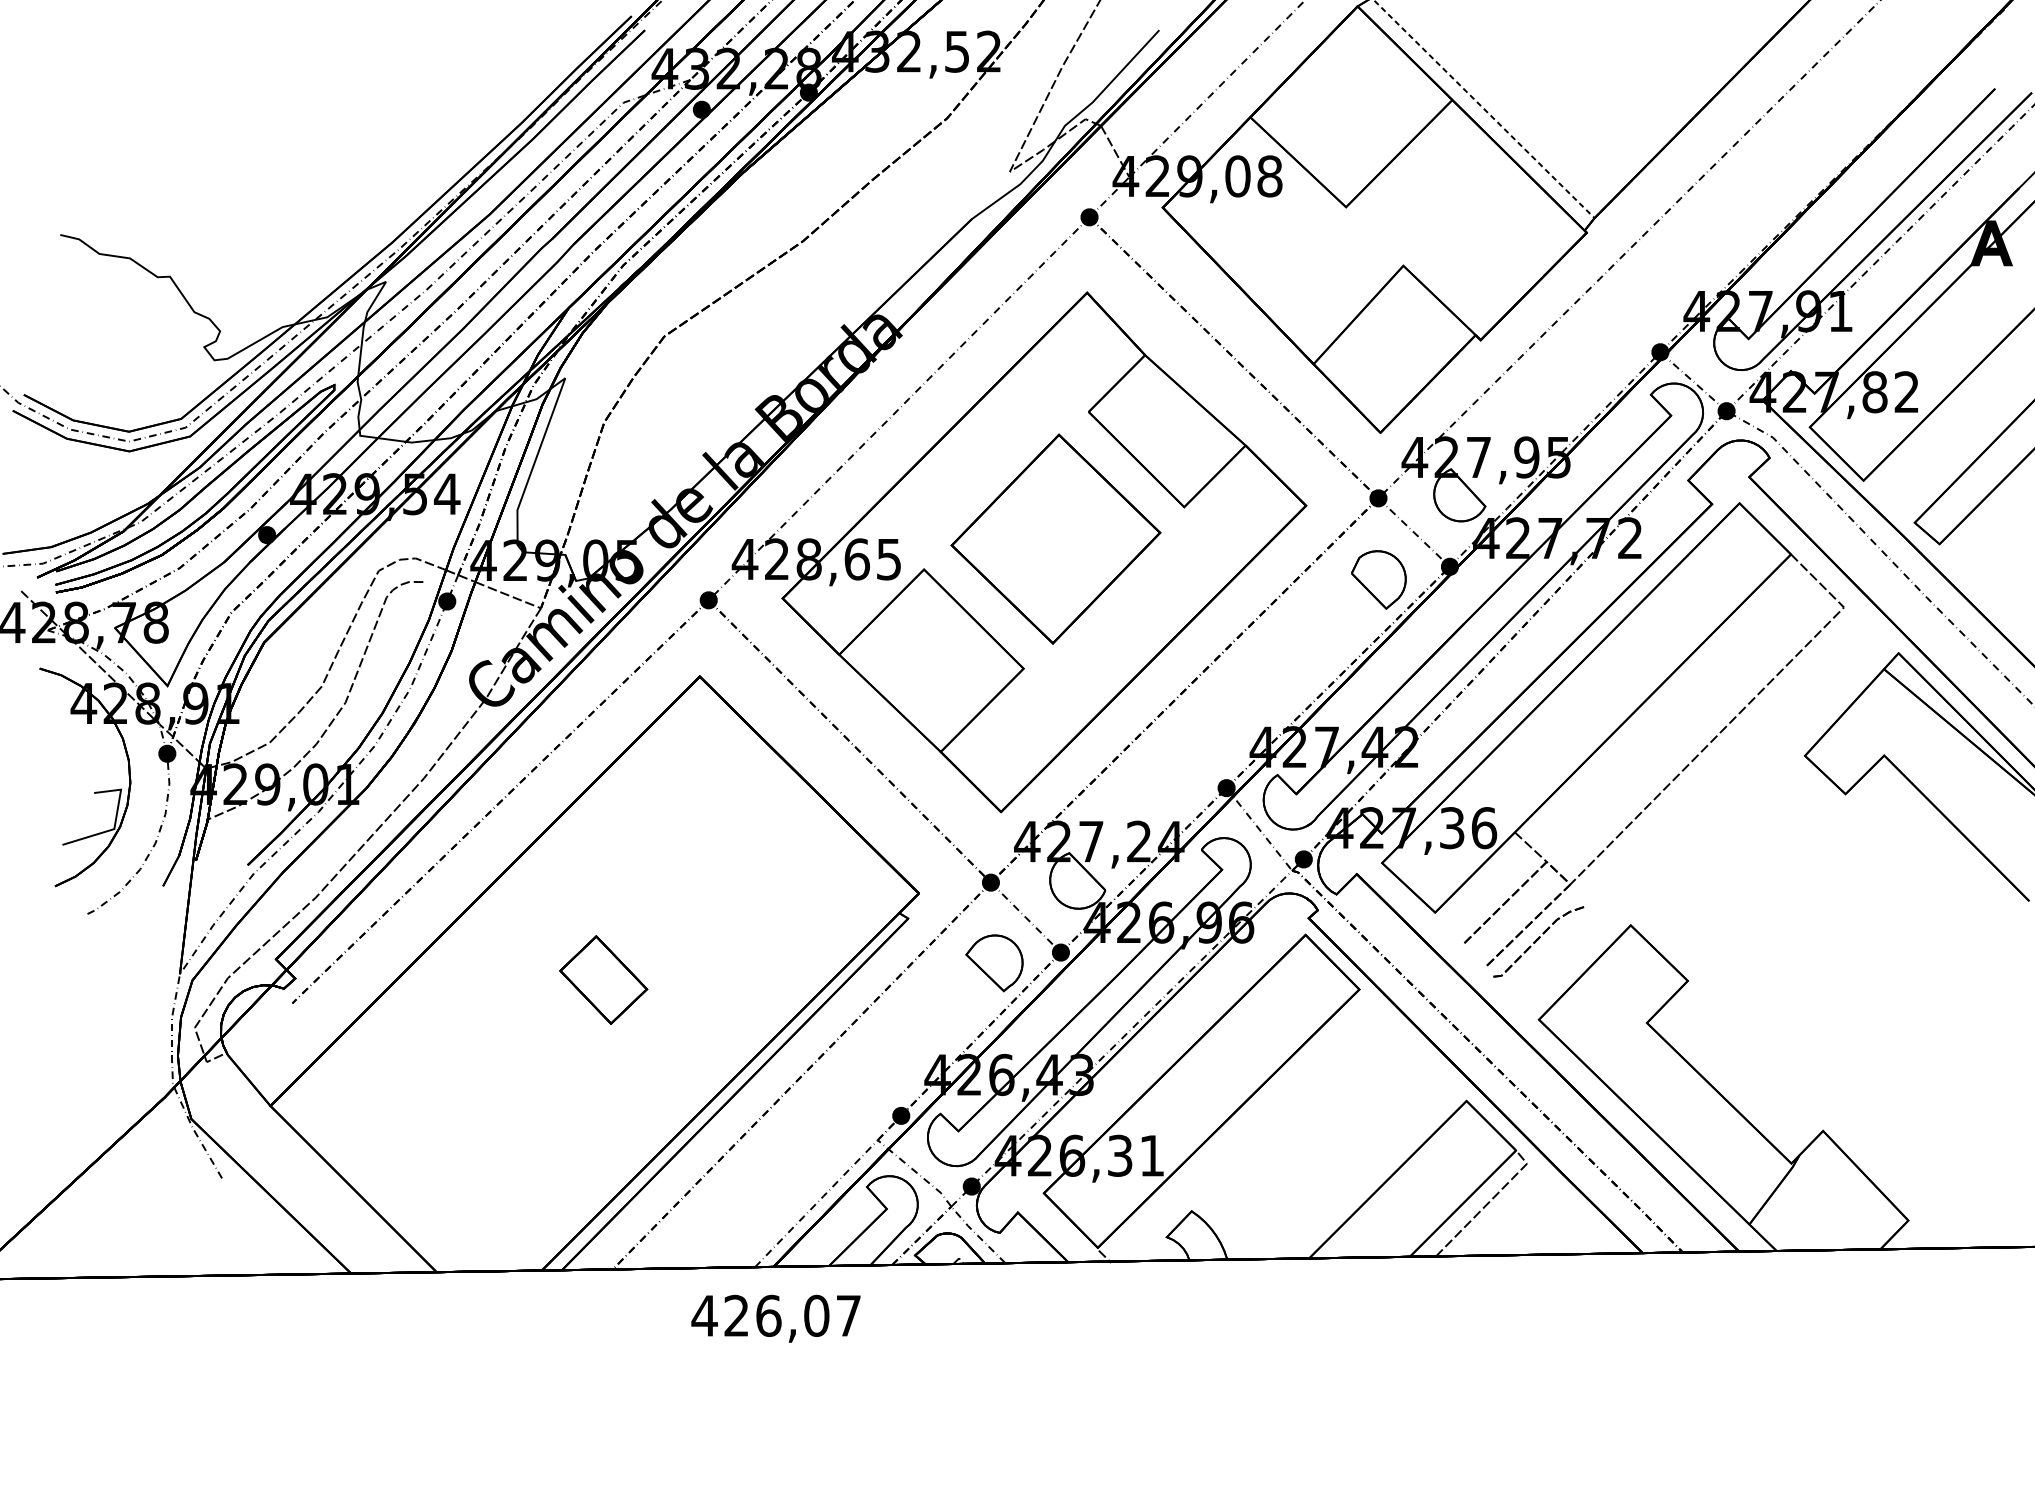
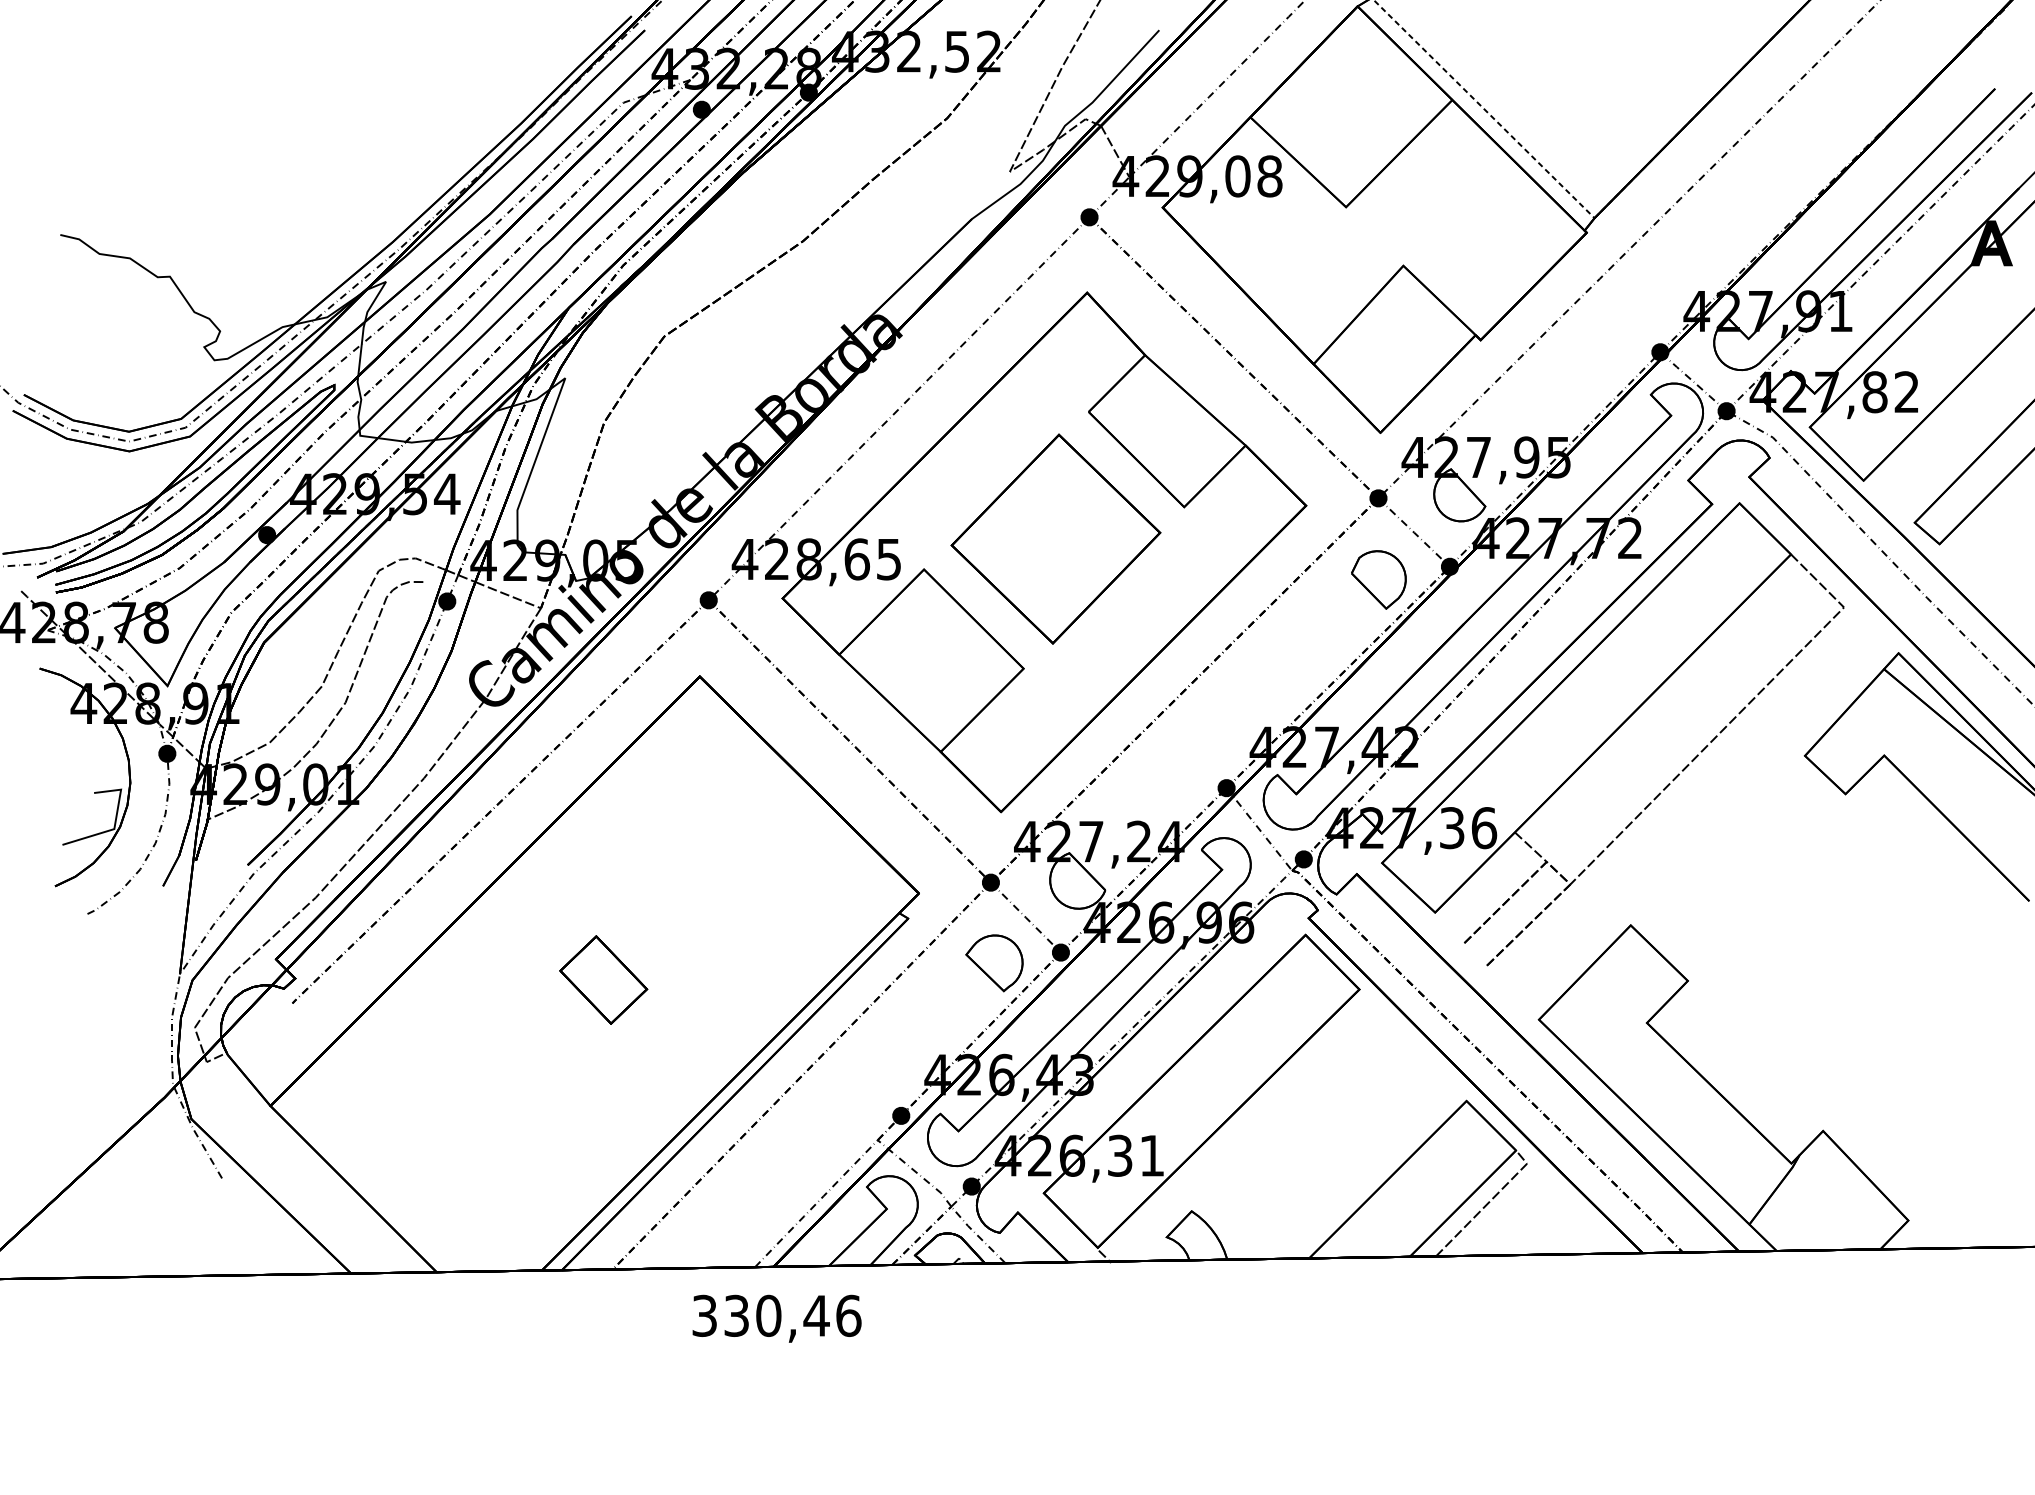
part at (1538, 941): present -> none
text at (776, 1315): 426,07 -> 330,46
